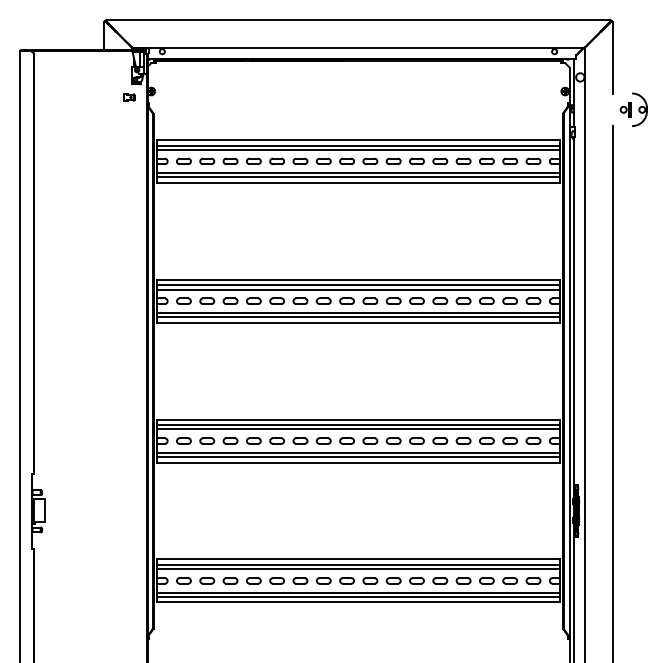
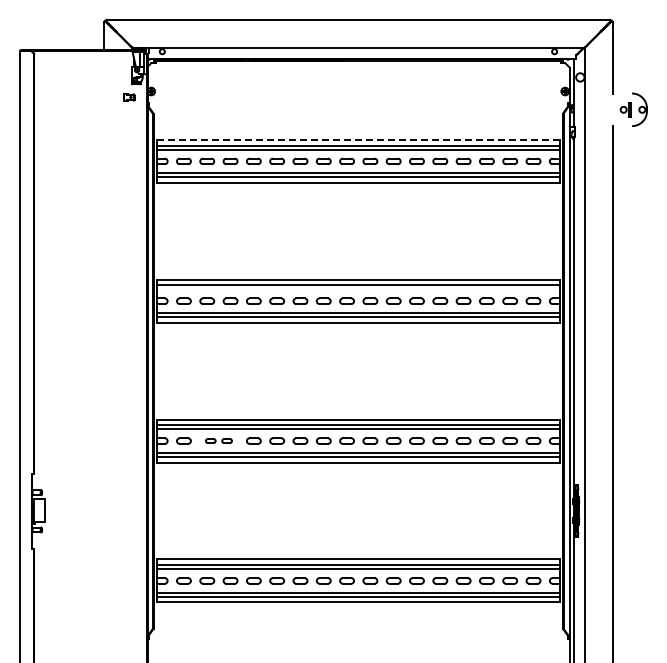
line at (357, 140): solid -> dashed
line at (357, 289): present -> none
part at (218, 440) size: 40x8 px -> 28x6 px
